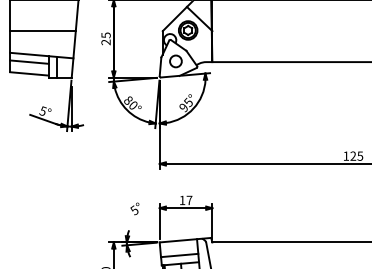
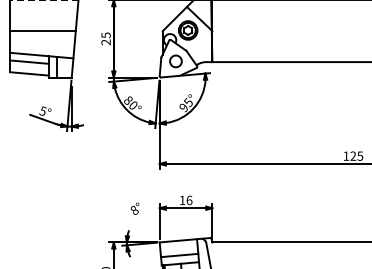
line at (43, 0): solid -> dashed
text at (189, 200): 17 -> 16
text at (134, 210): 5° -> 8°
